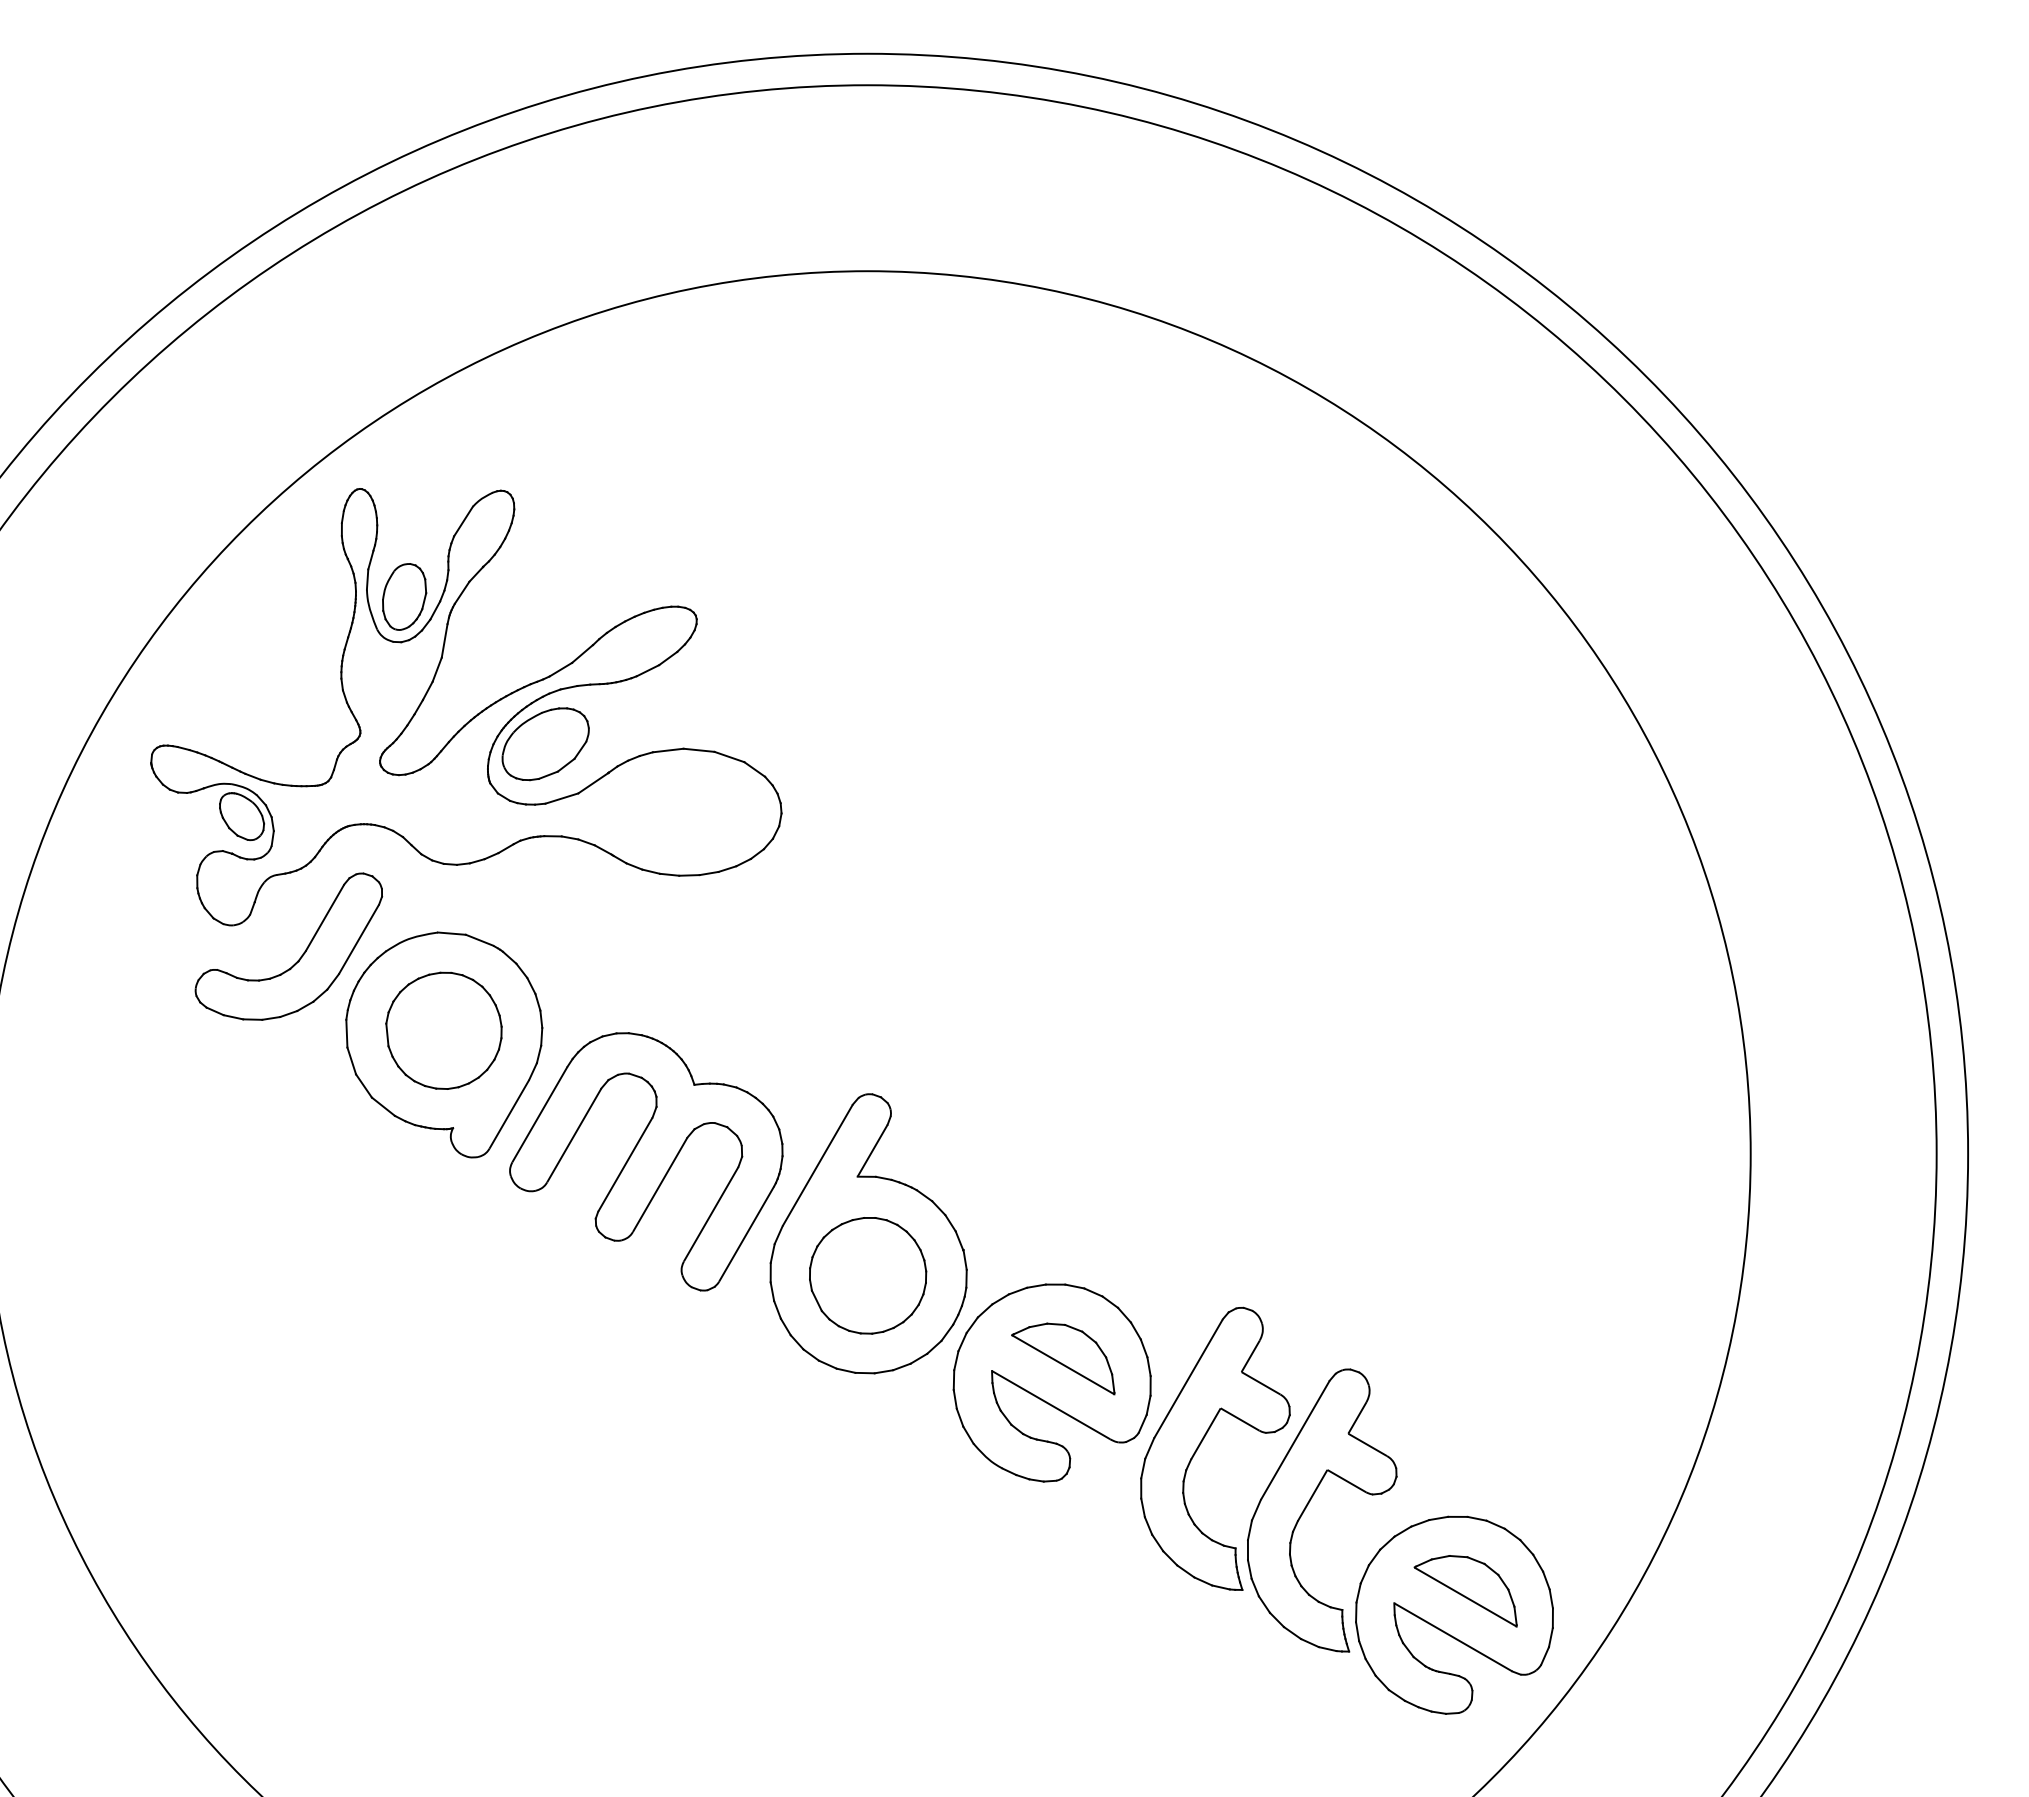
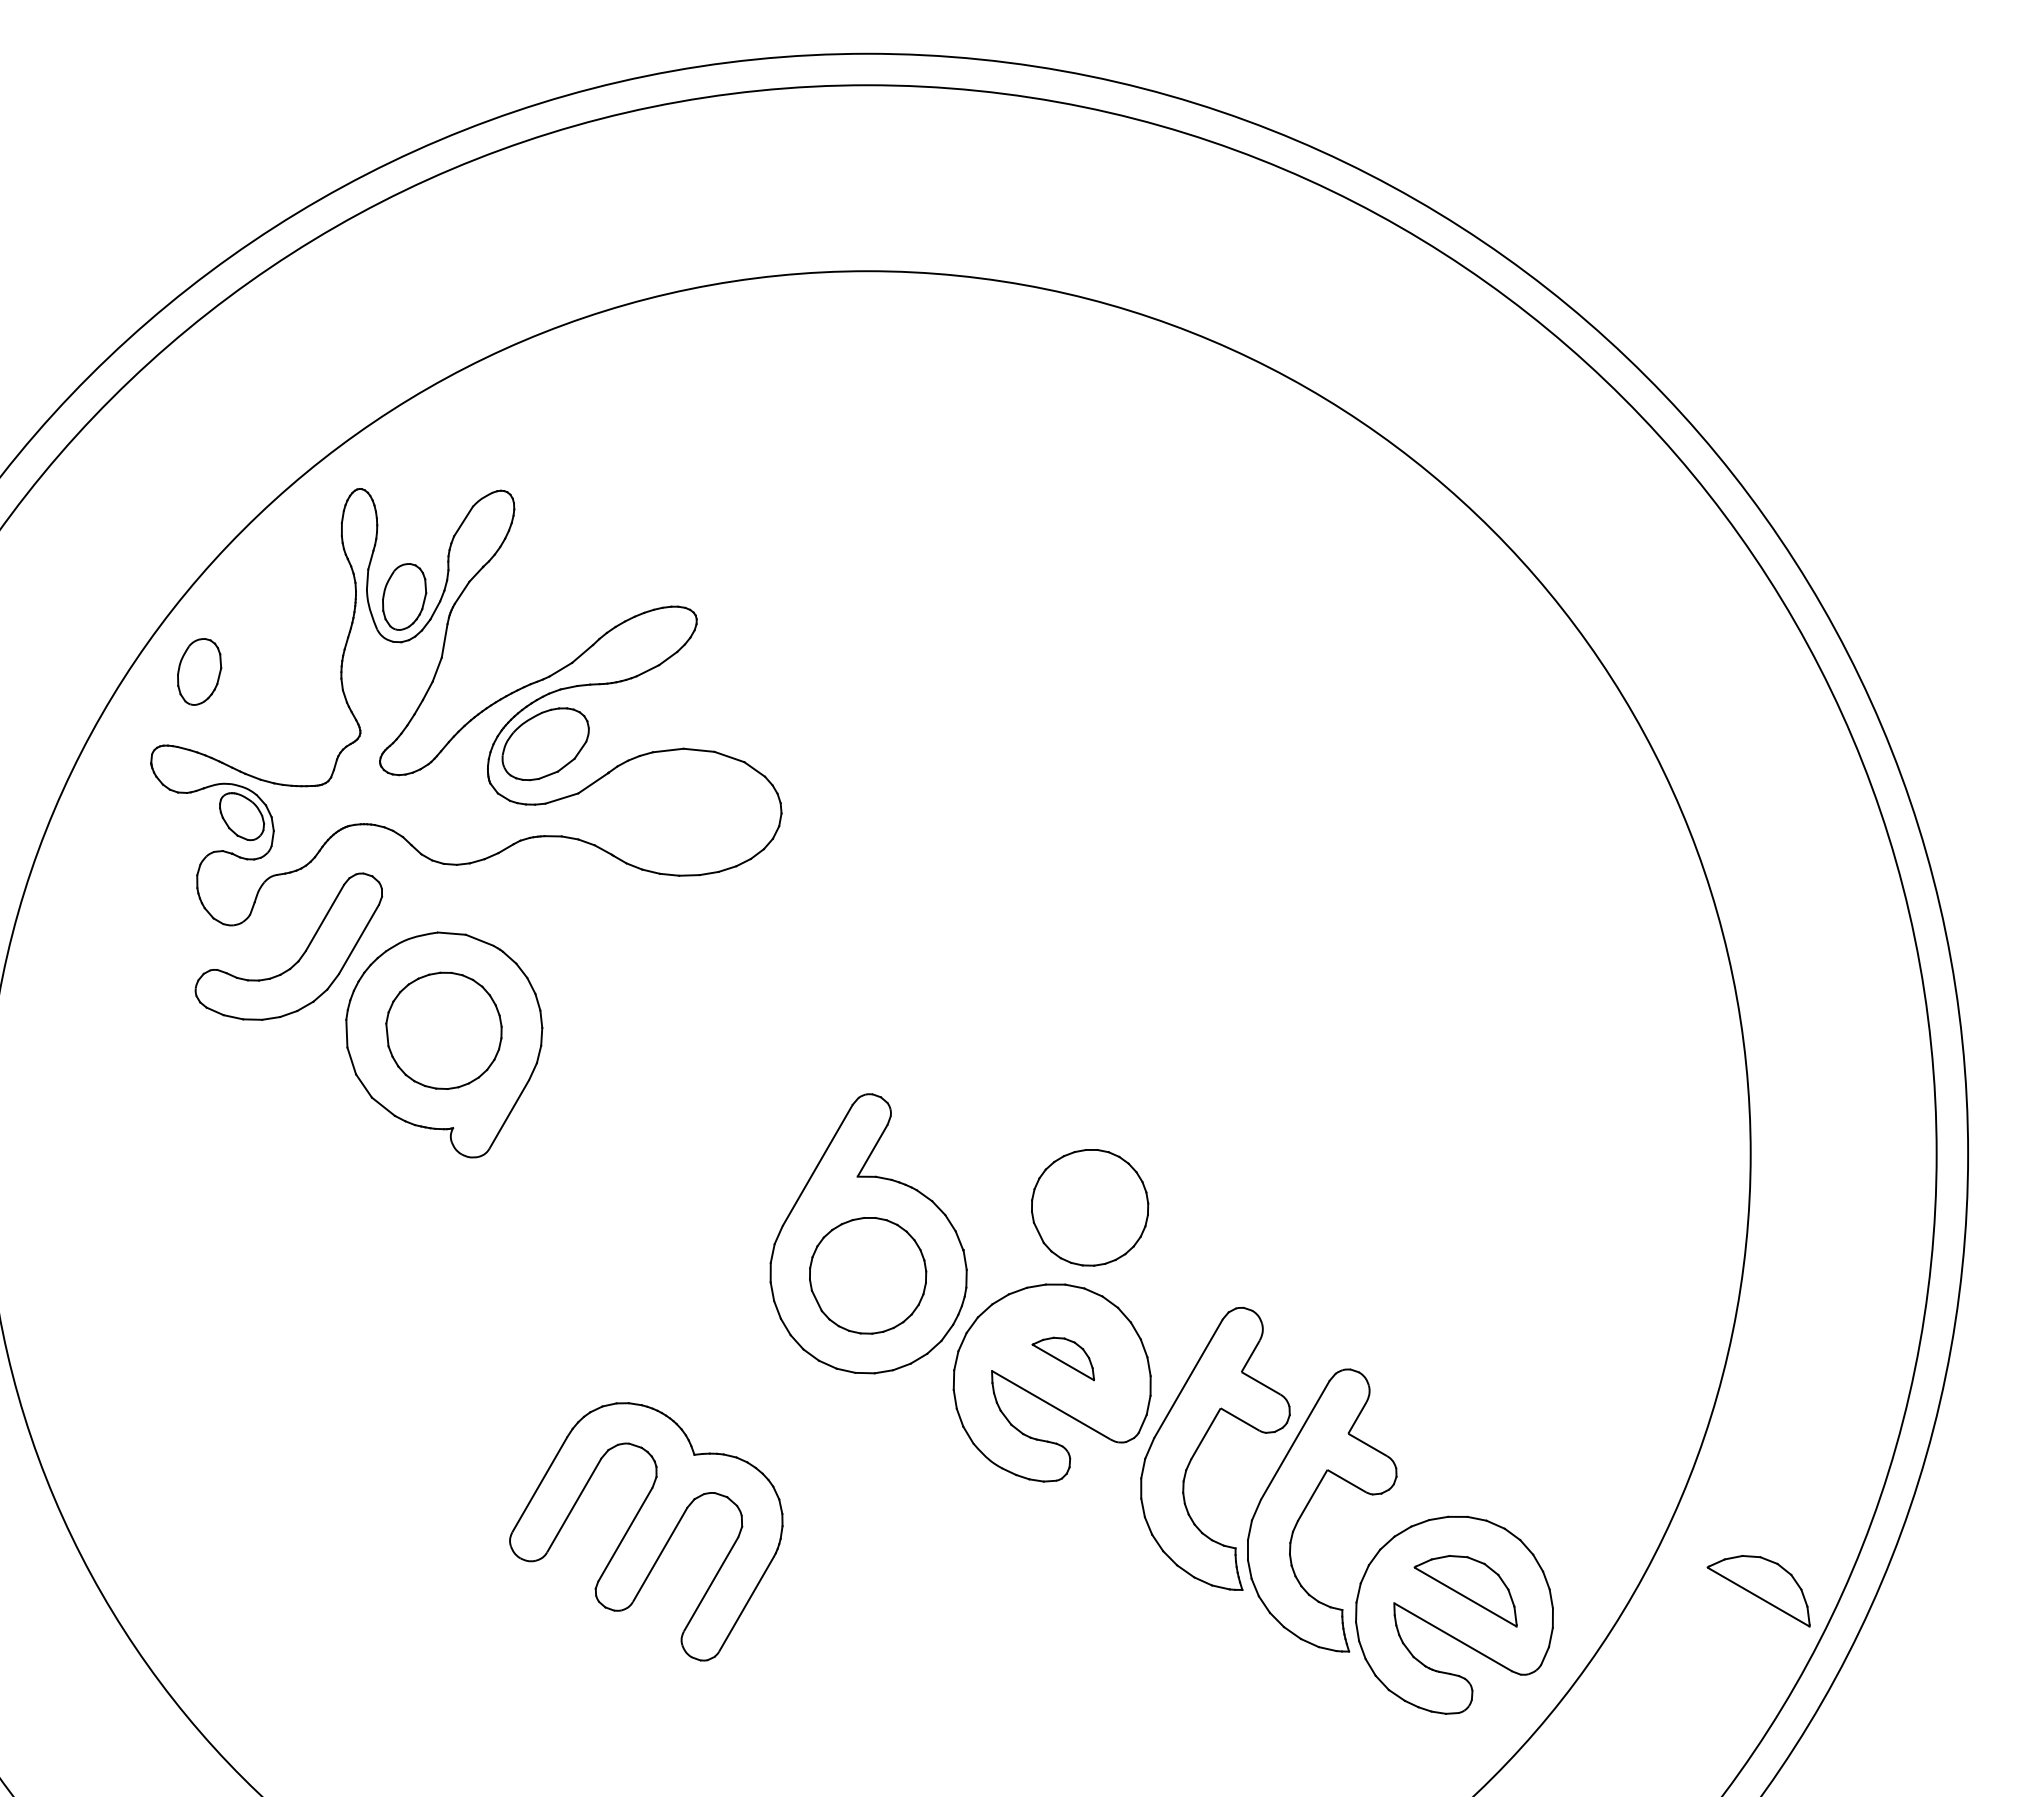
part at (199, 671): none -> present
part at (646, 1161) position: (646, 1161) -> (646, 1531)
part at (1090, 1207): none -> present
part at (1063, 1358) size: 105x74 px -> 64x46 px
part at (1758, 1591): none -> present
